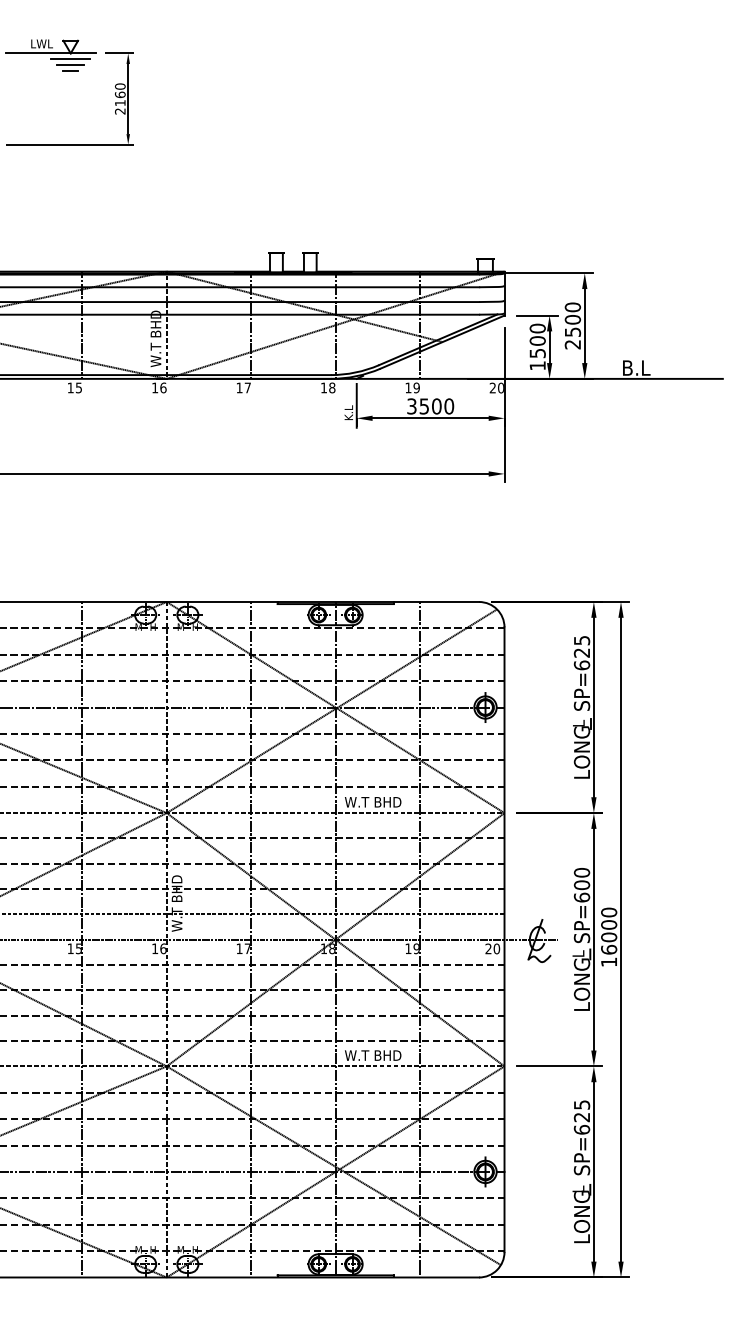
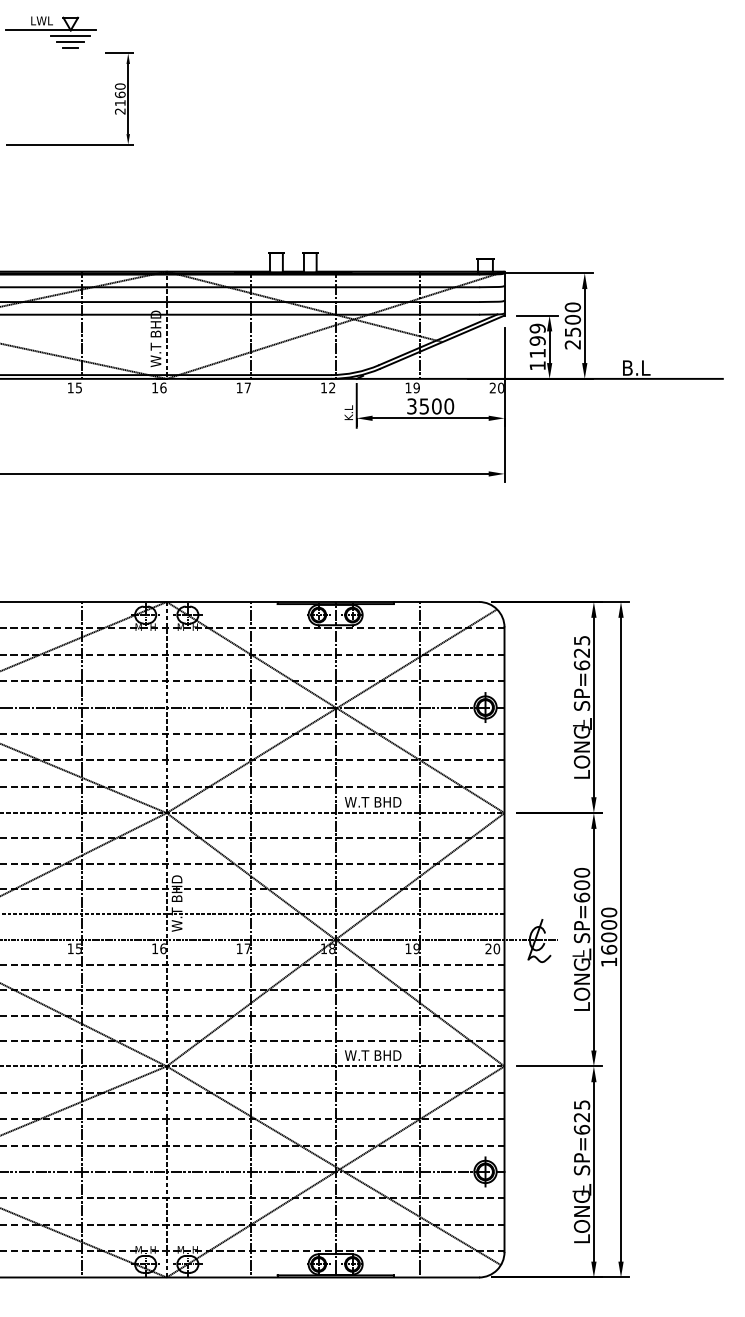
part at (50, 55) position: (50, 55) -> (50, 32)
text at (537, 340): 1500 -> 1199
text at (332, 387): 18 -> 12
